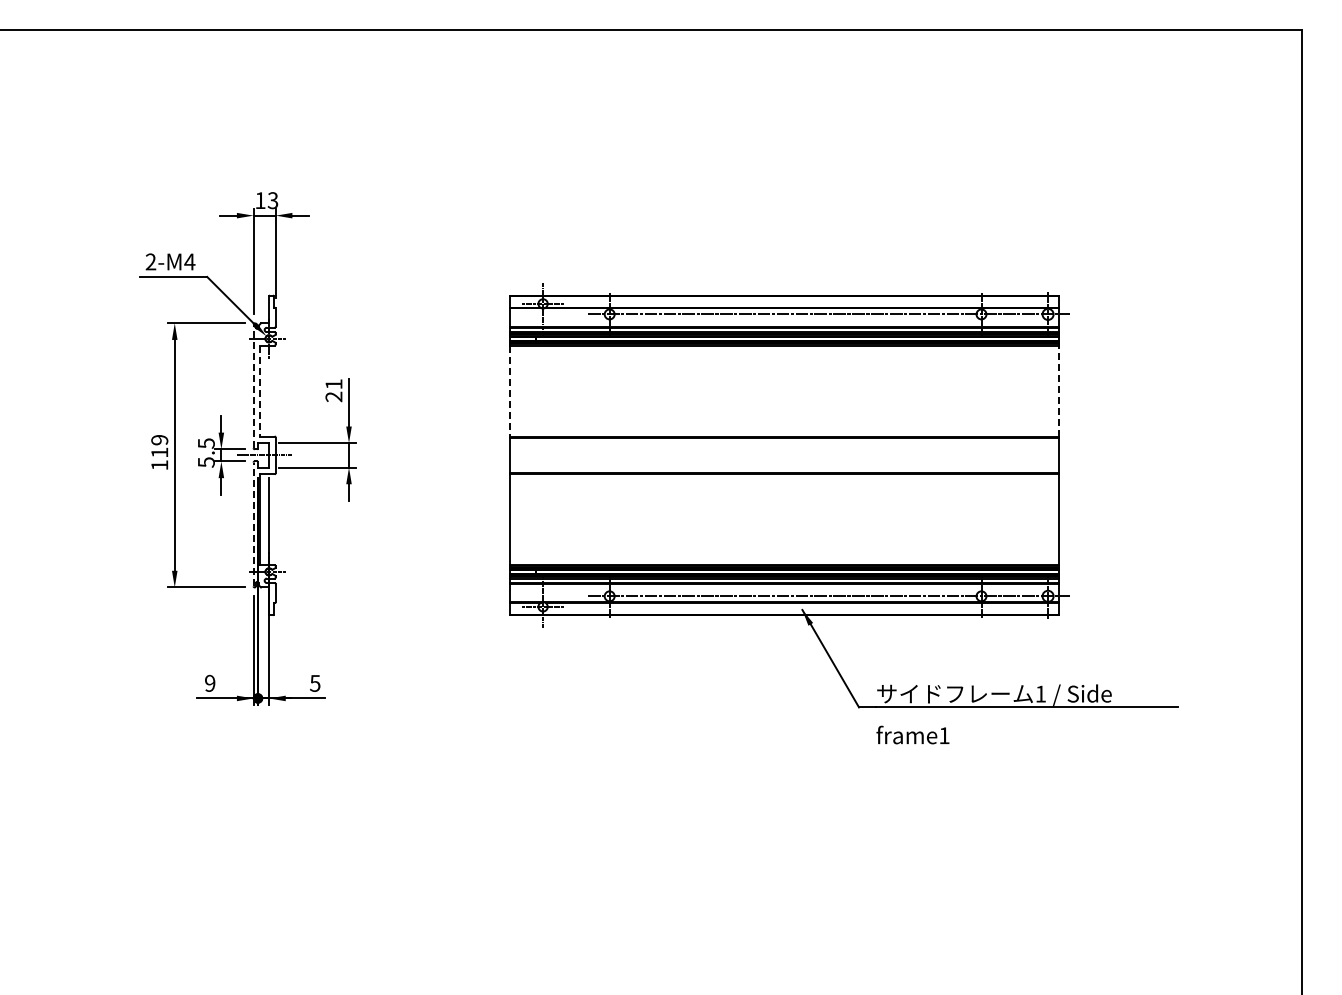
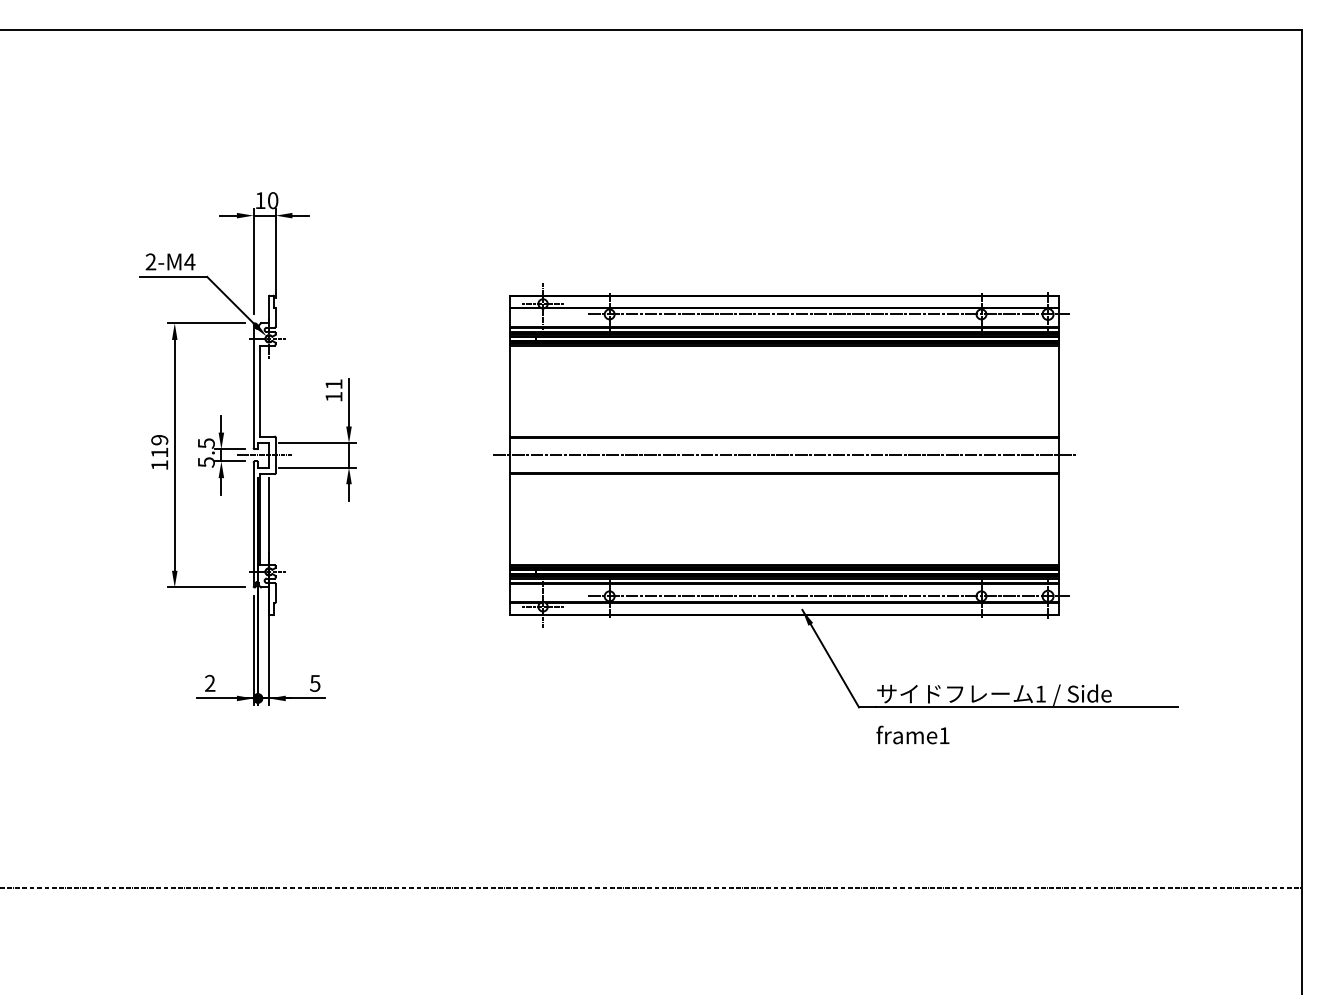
text at (272, 200): 13 -> 10
line at (253, 386): dashed -> solid
line at (260, 391): dashed -> solid
line at (509, 391): dashed -> solid
line at (1059, 391): dashed -> solid
text at (333, 396): 21 -> 11
line at (784, 455): none -> present
line at (253, 524): dashed -> solid
text at (210, 683): 9 -> 2
line at (651, 888): none -> present
